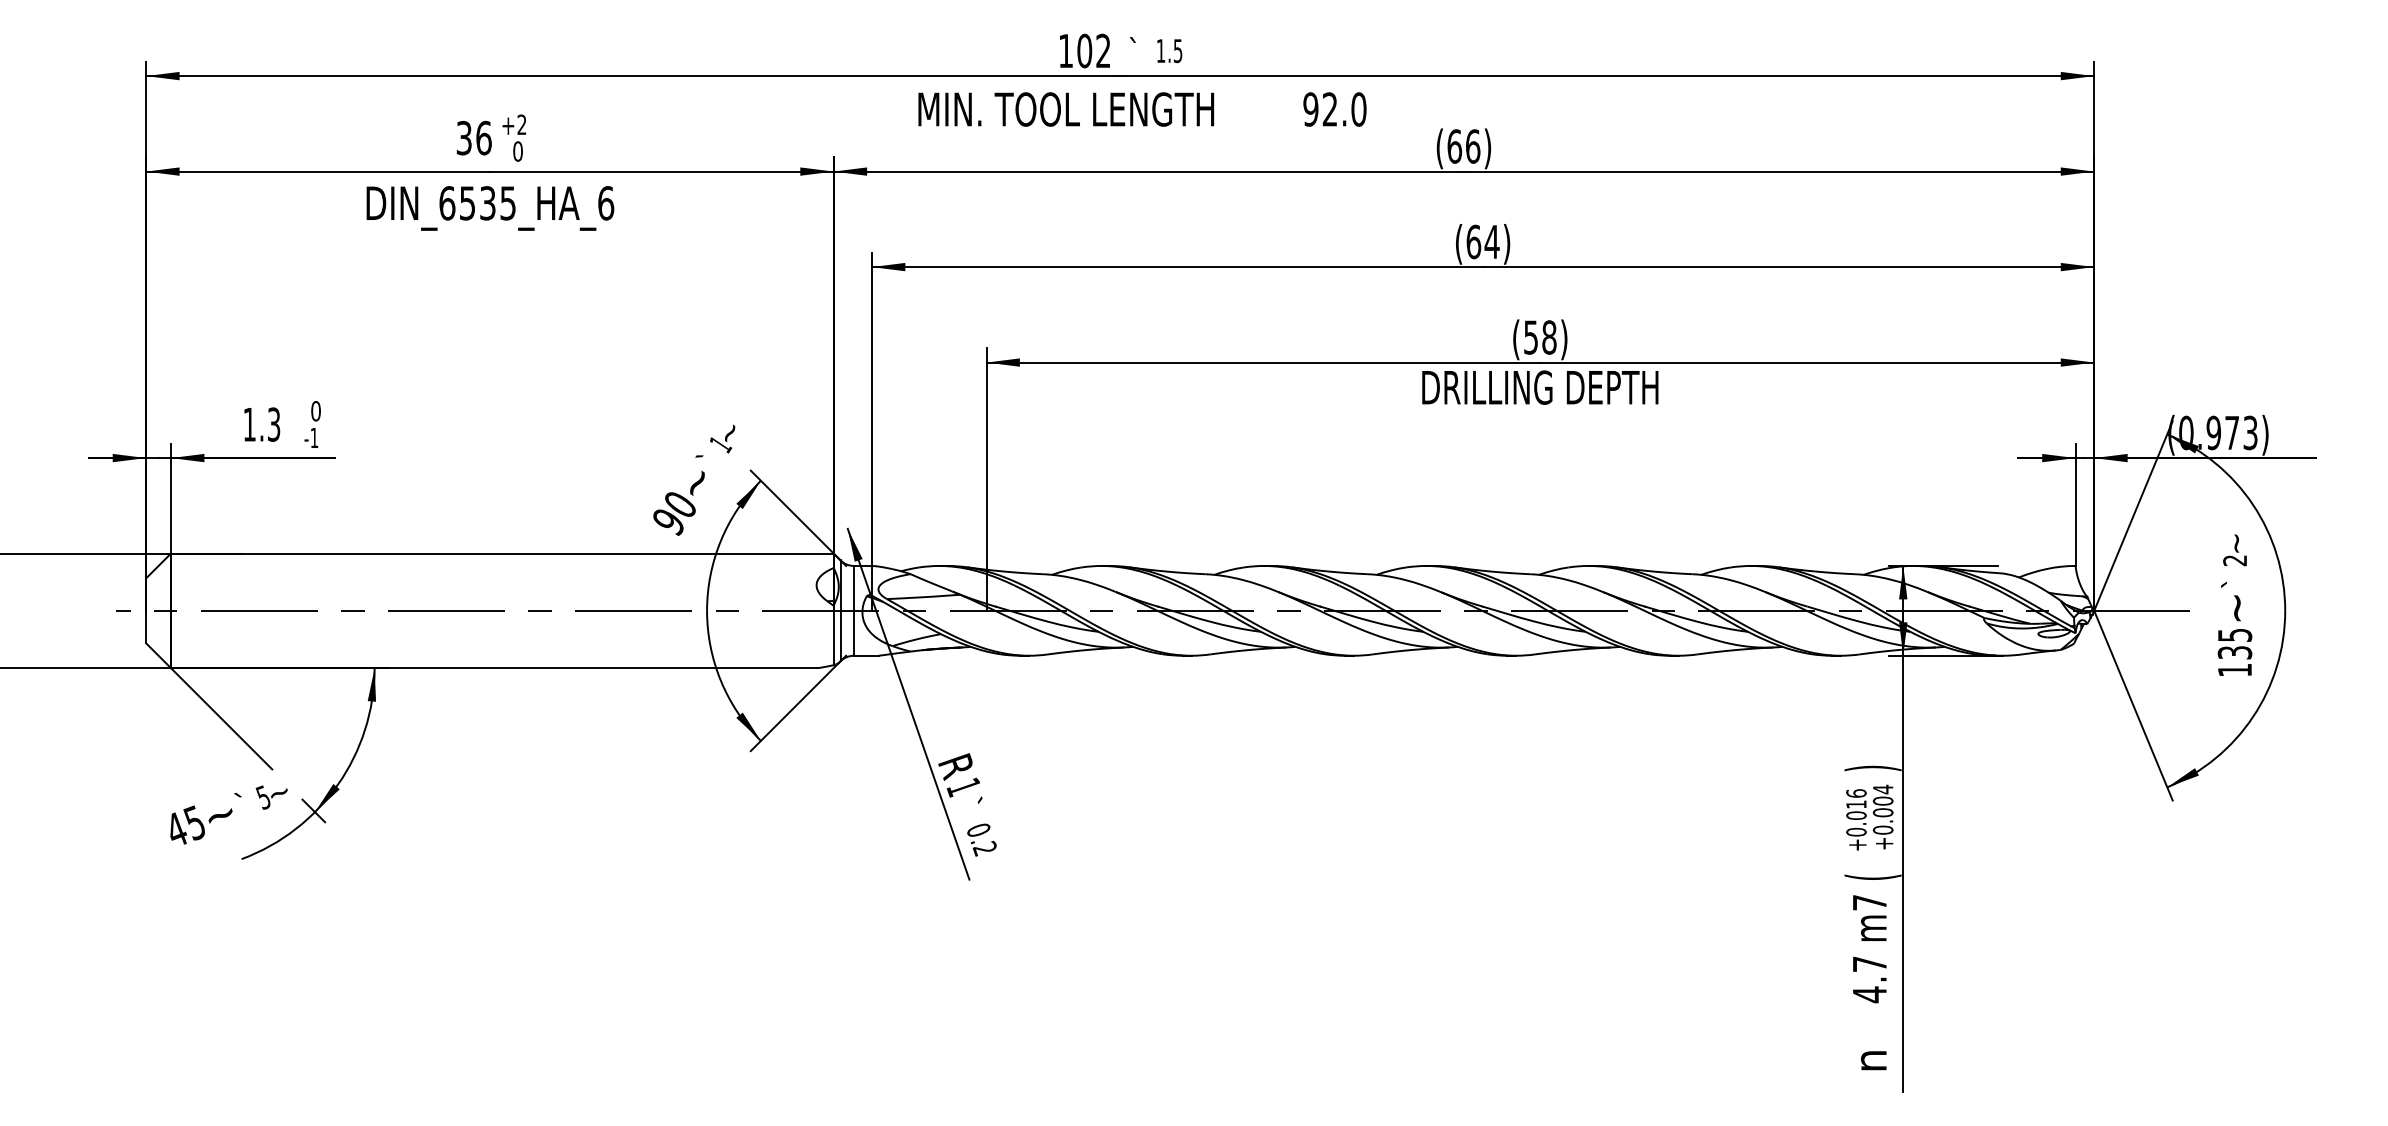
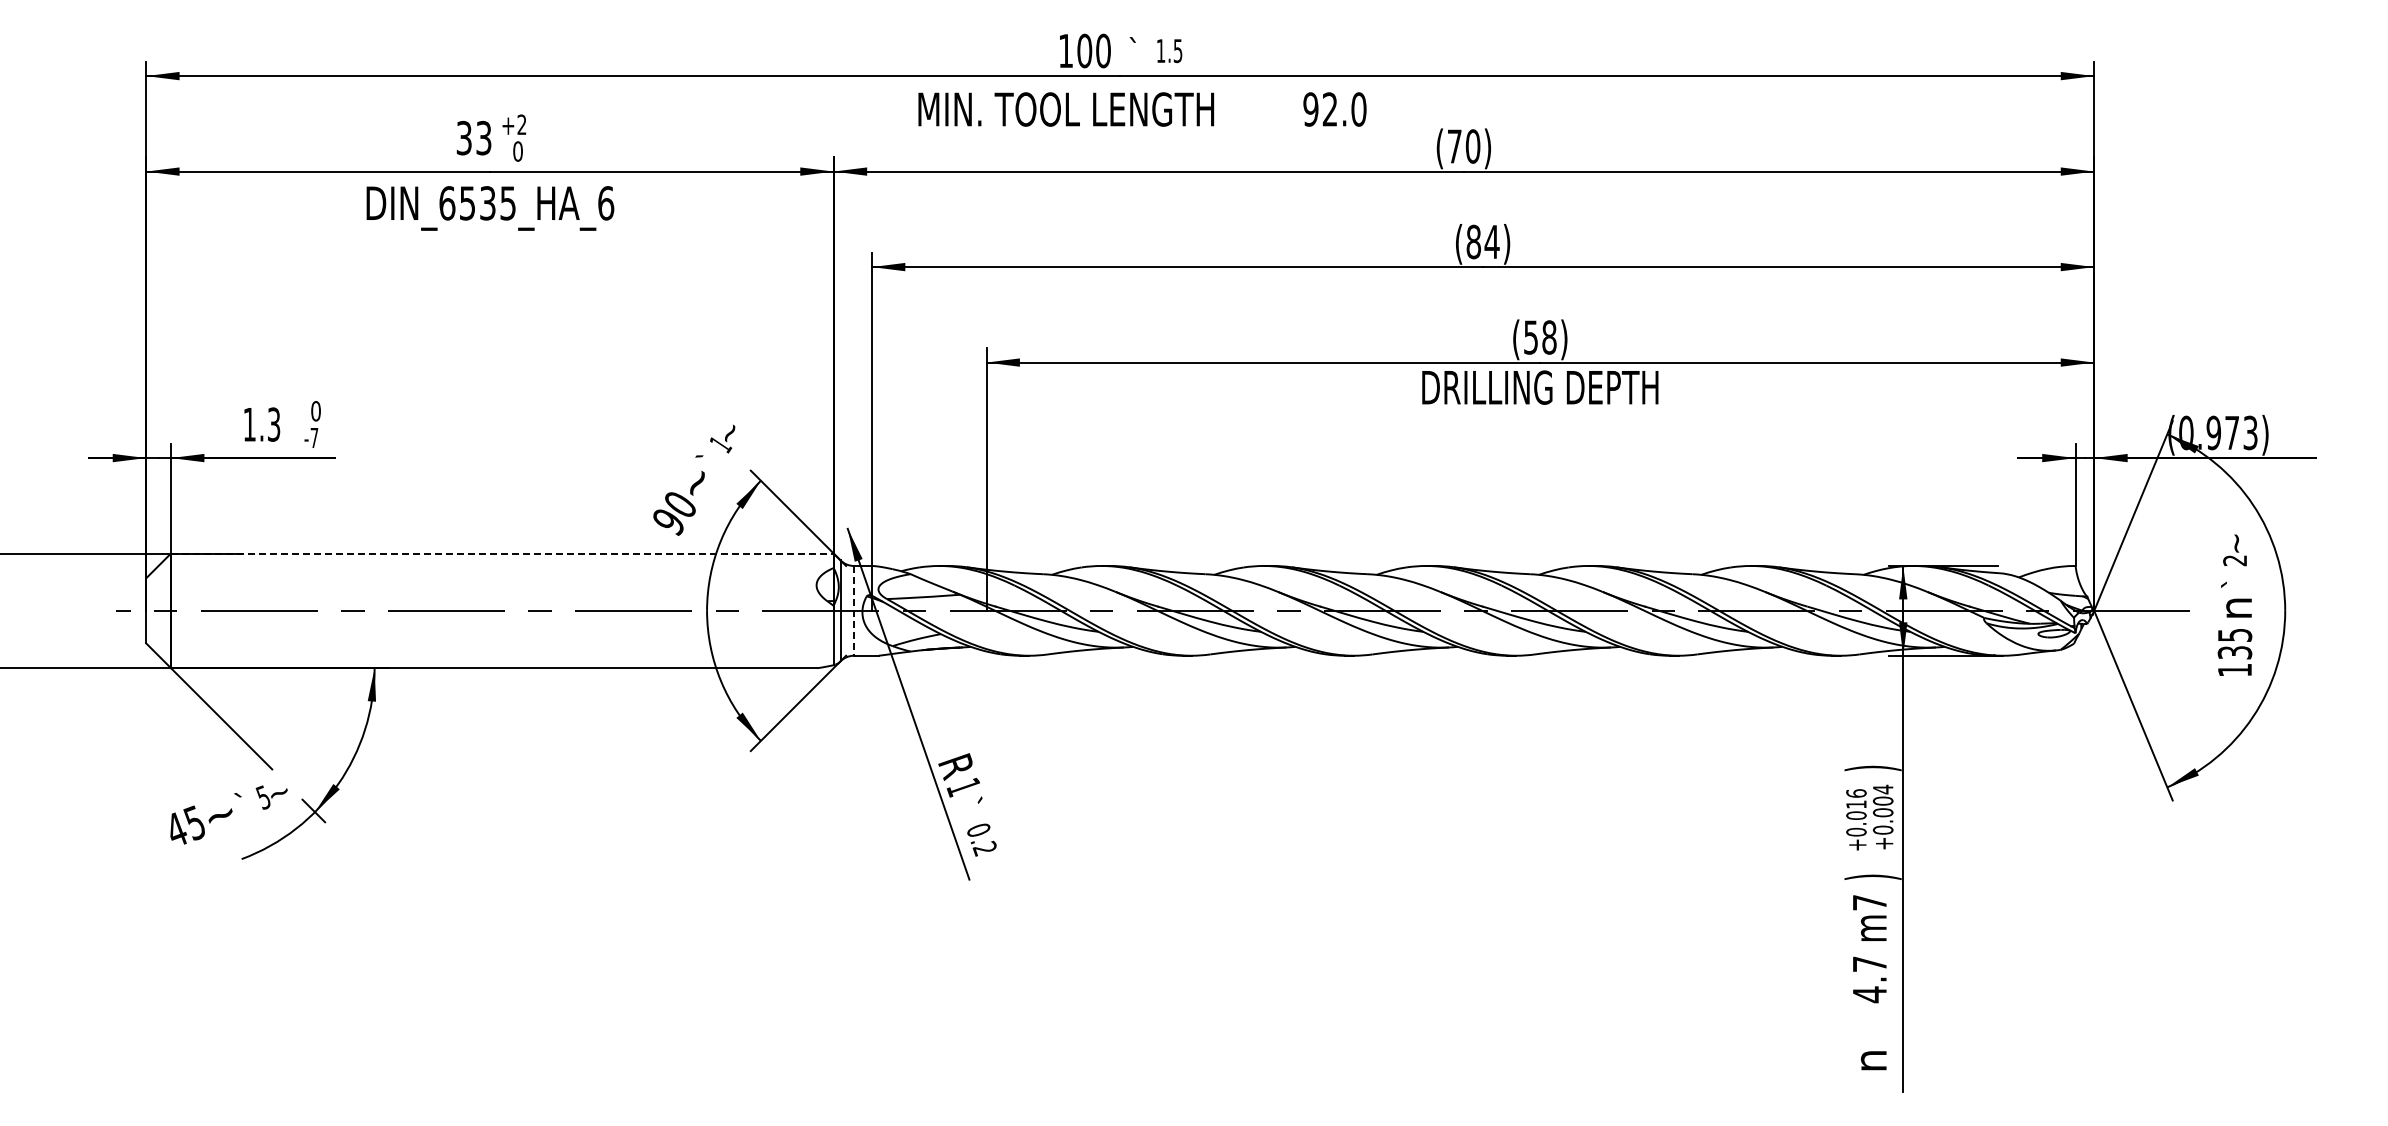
text at (1103, 50): 102 -> 100
text at (483, 137): 36 -> 33
text at (1463, 146): (66) -> (70)
text at (1473, 241): (64) -> (84)
text at (314, 437): -1 -> -7
line at (502, 553): solid -> dashed
text at (2238, 608): ~ -> n
line at (854, 610): solid -> dashed
text at (1872, 877): ( -> )
